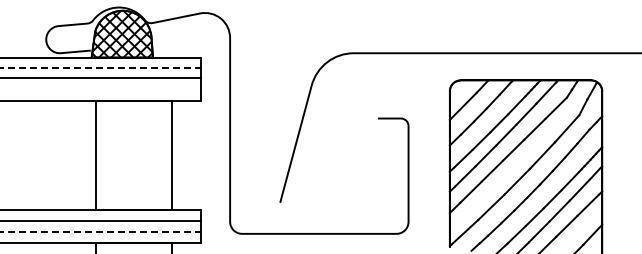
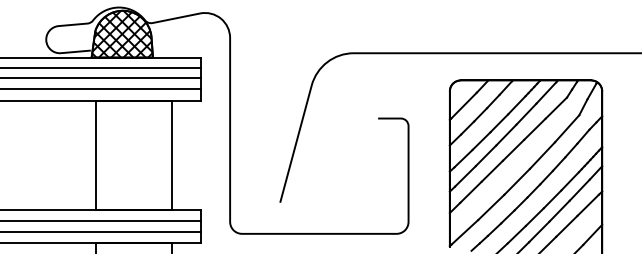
line at (100, 68): dashed -> solid
line at (101, 88): none -> present
line at (100, 231): dashed -> solid
